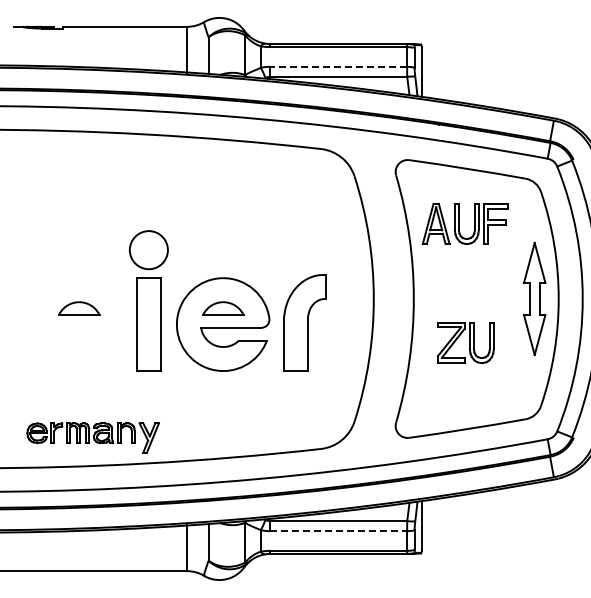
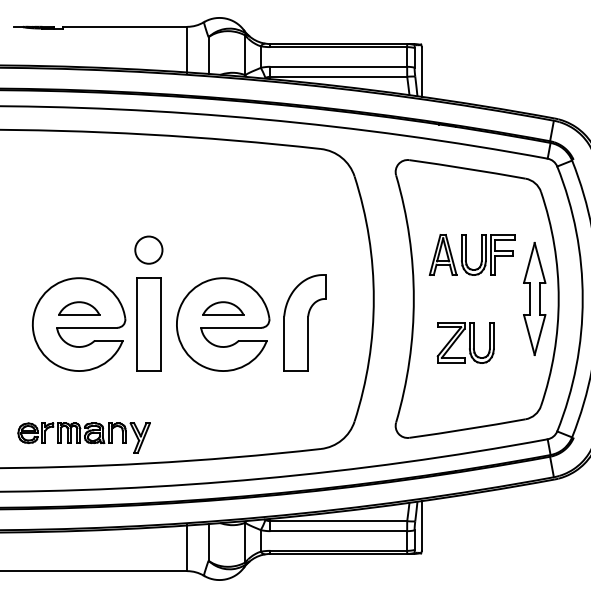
line at (338, 66): dashed -> solid
part at (464, 223) position: (464, 223) -> (471, 254)
circle at (148, 250) diameter: 38 px -> 27 px
part at (78, 324): none -> present
part at (92, 437) position: (92, 437) -> (83, 437)
line at (339, 531): dashed -> solid
